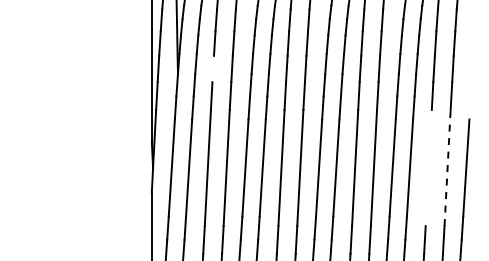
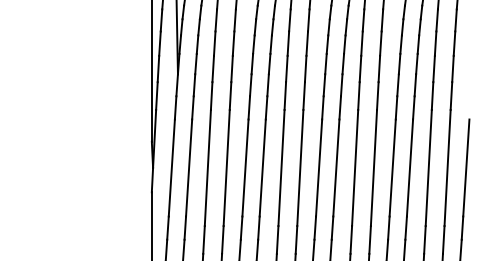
line at (213, 68): none -> present
line at (428, 167): none -> present
line at (447, 167): dashed -> solid
